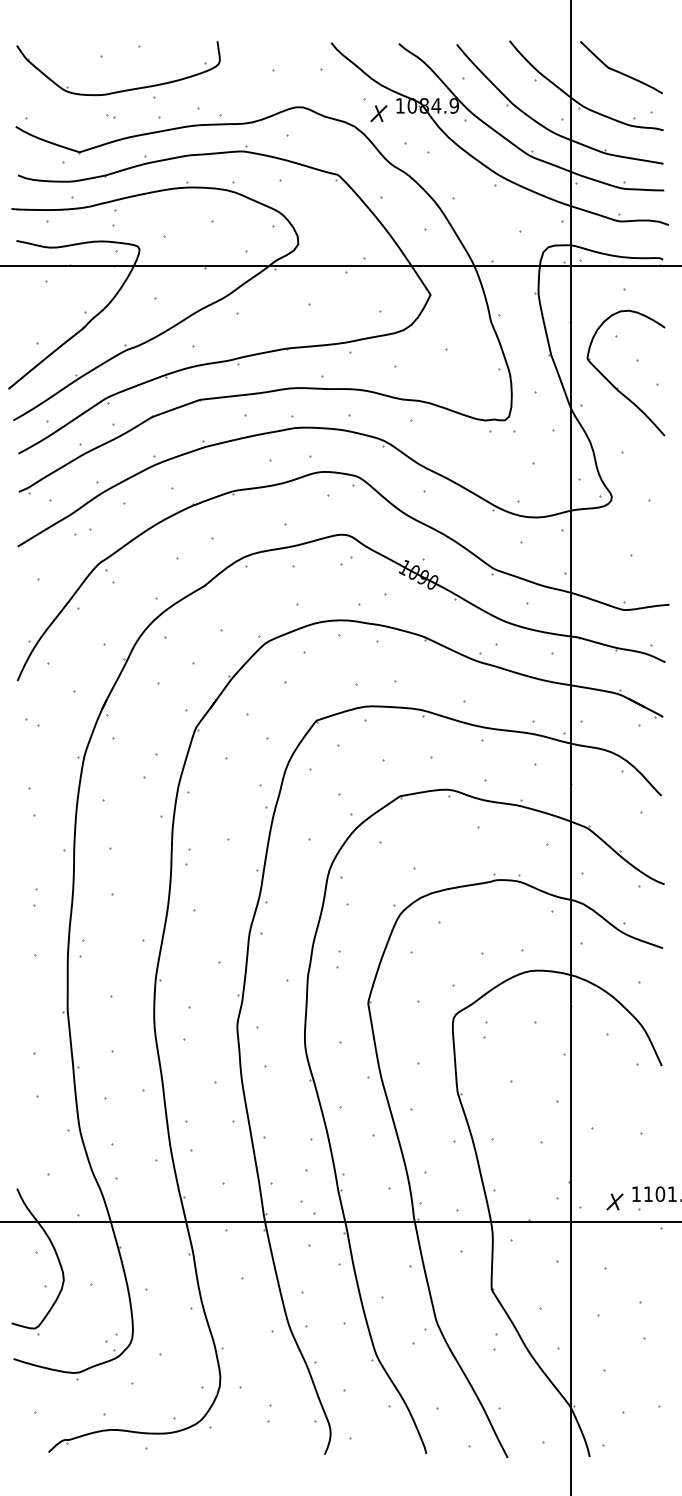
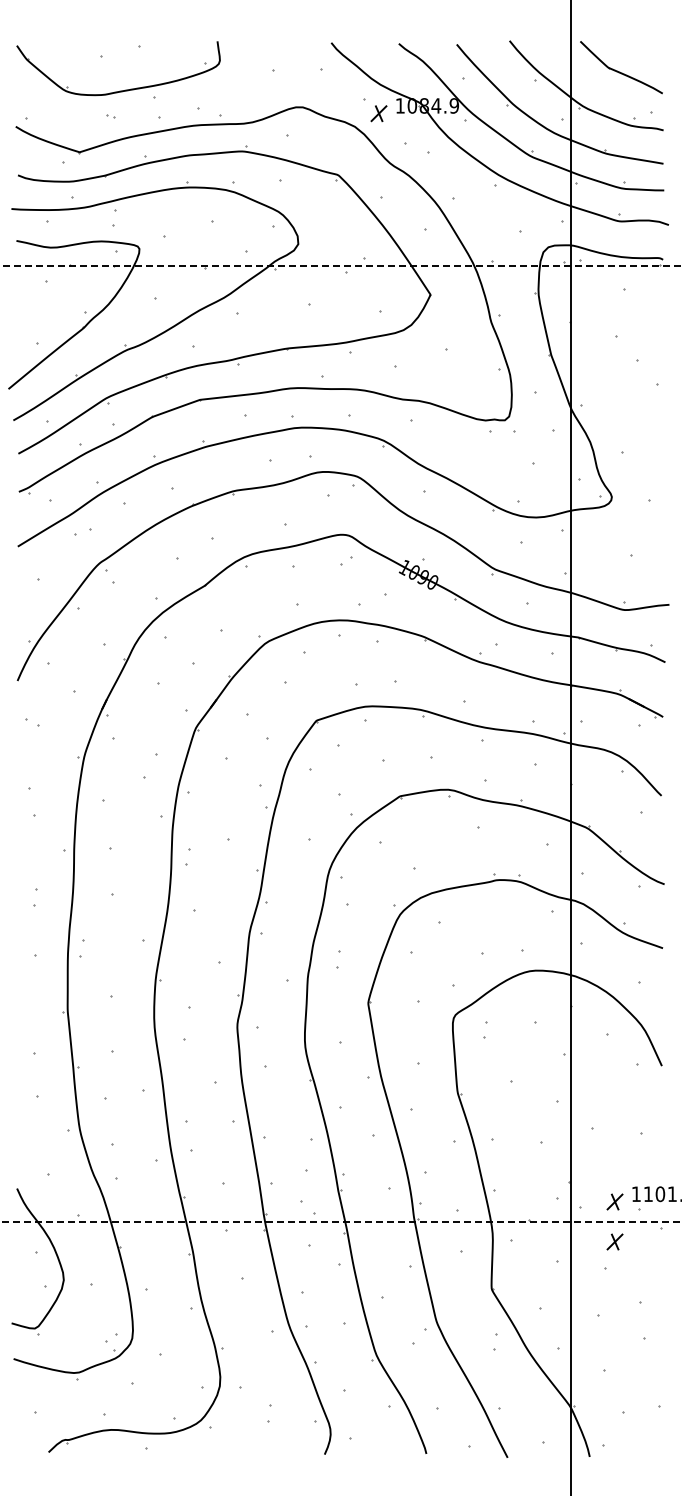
line at (341, 265): solid -> dashed
part at (613, 384): present -> none
line at (340, 1221): solid -> dashed
part at (614, 1241): none -> present
